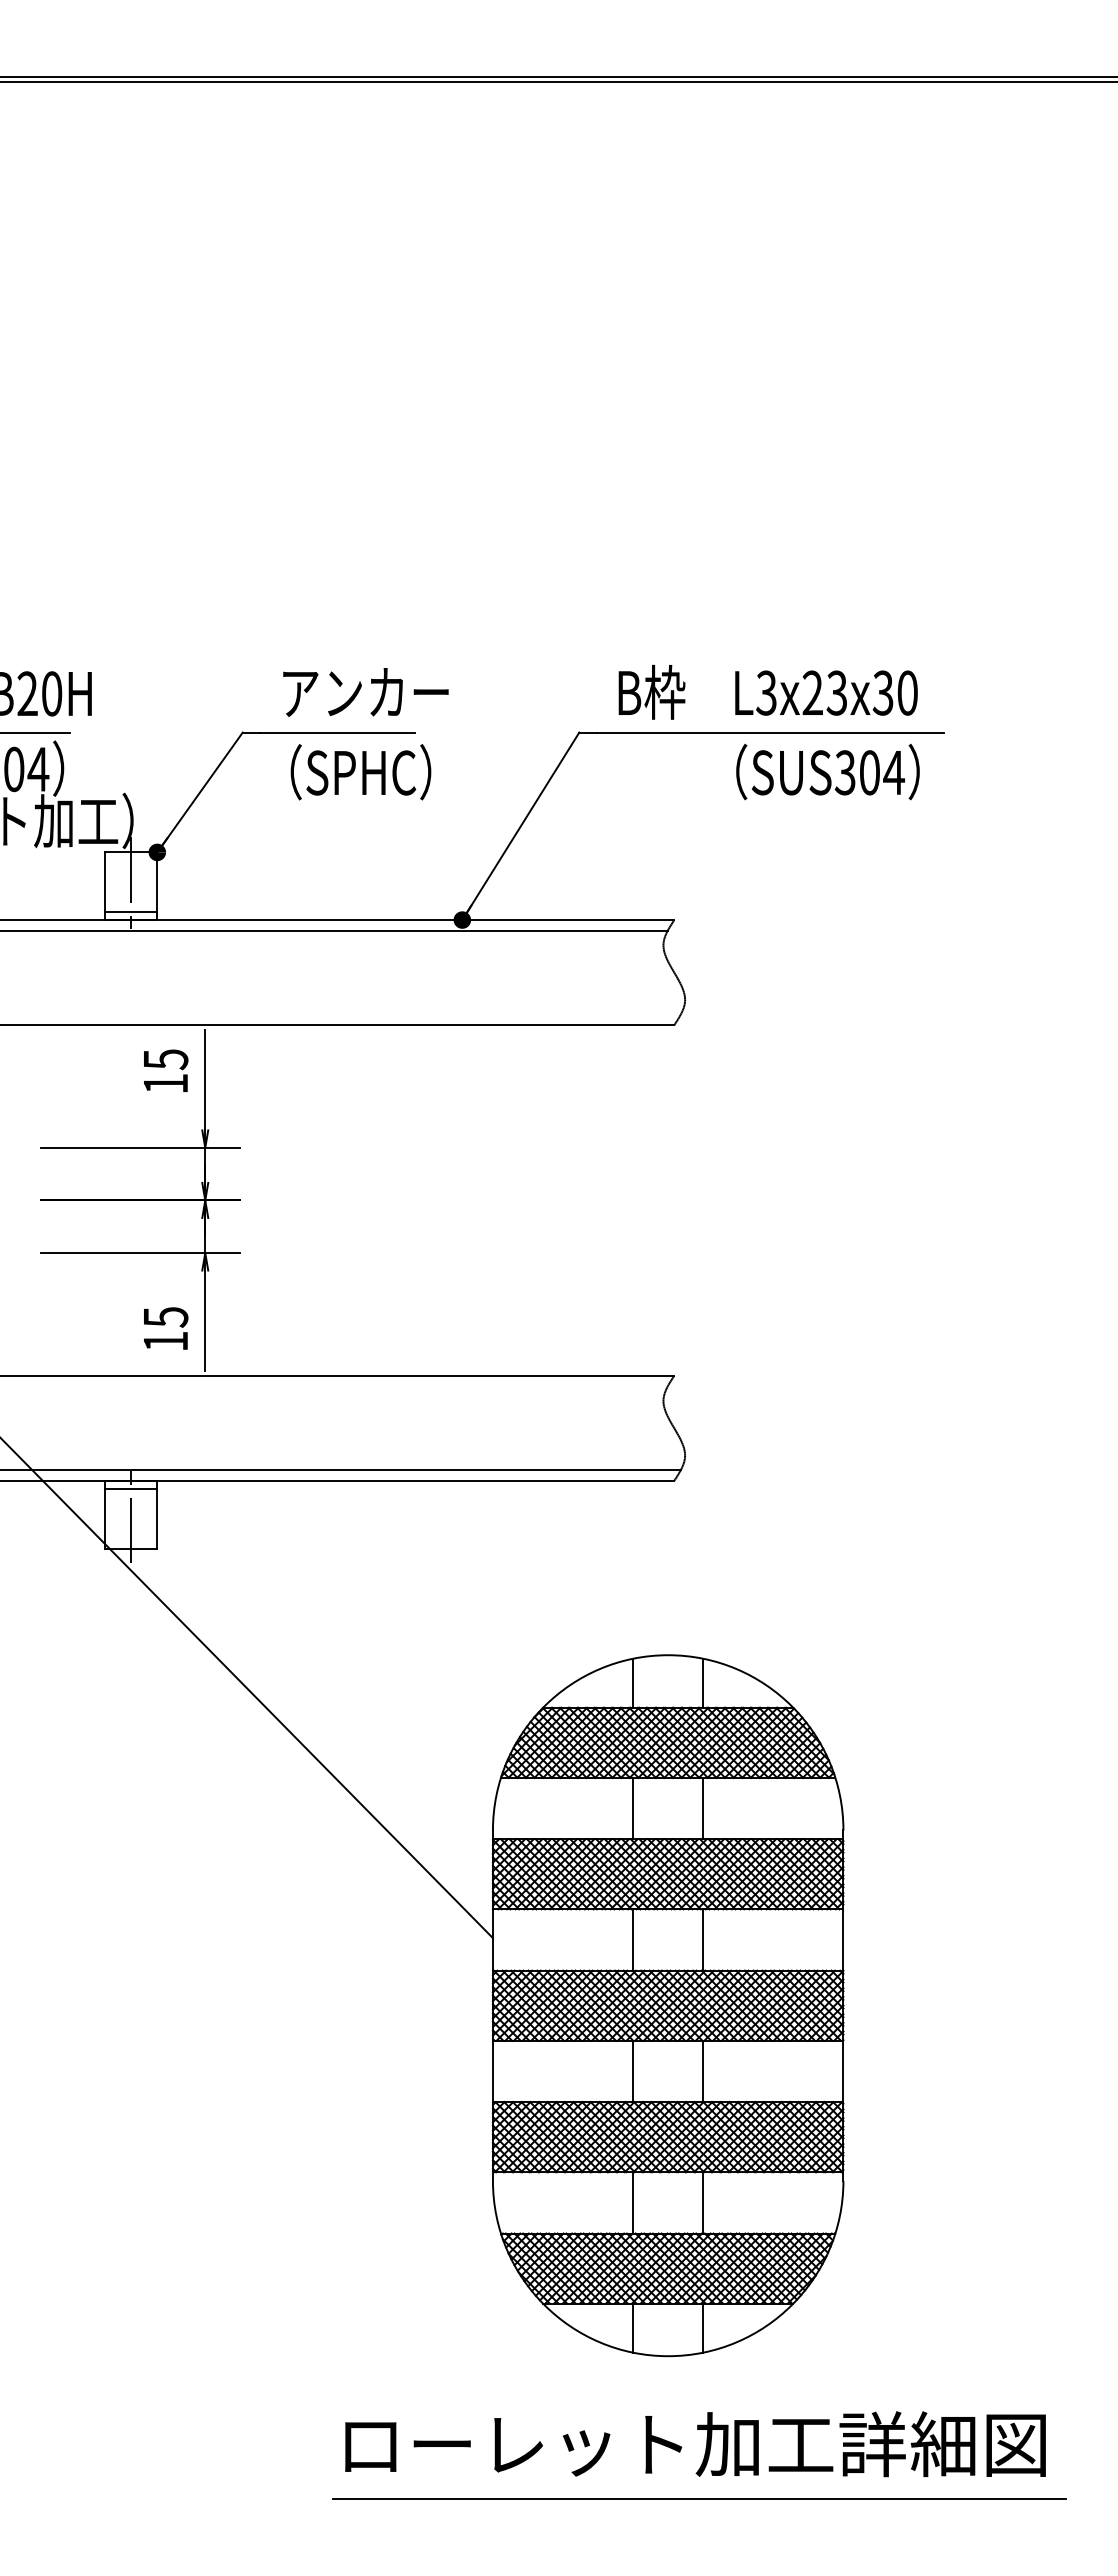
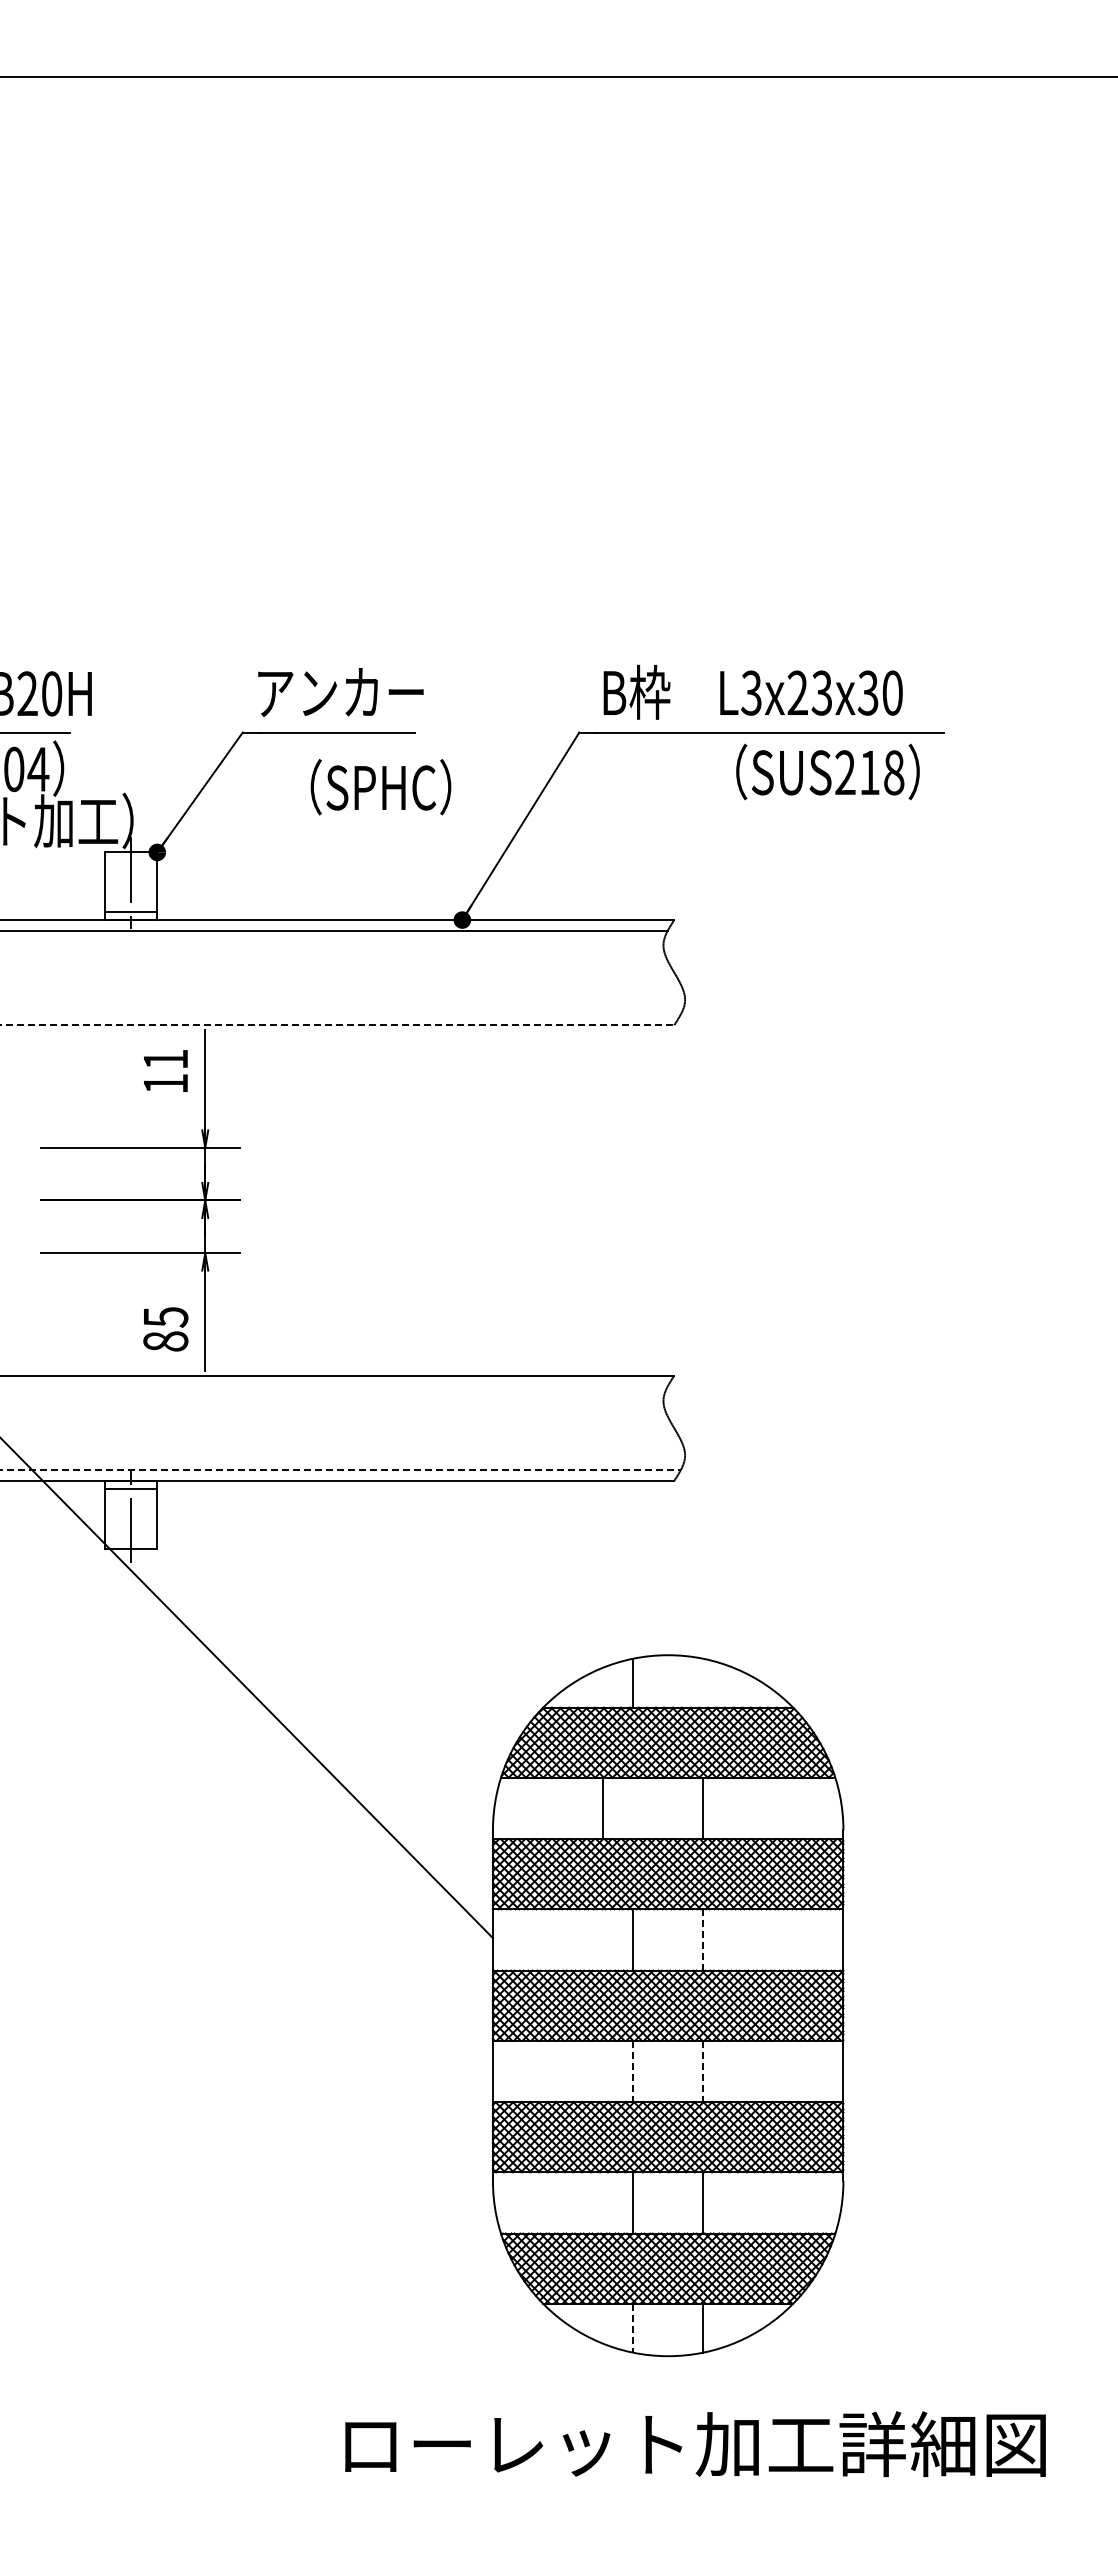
line at (558, 81): present -> none
text at (767, 691) position: (767, 691) -> (752, 691)
text at (365, 692) position: (365, 692) -> (340, 692)
text at (360, 772) position: (360, 772) -> (380, 787)
text at (869, 772): SUS304 -> SUS218
line at (337, 1025): solid -> dashed
text at (166, 1059): 15 -> 11
text at (165, 1341): 15 -> 85
line at (340, 1470): solid -> dashed
line at (703, 1682): present -> none
line at (633, 1808) position: (633, 1808) -> (603, 1808)
line at (703, 1940): solid -> dashed
line at (633, 2071): solid -> dashed
line at (703, 2071): solid -> dashed
line at (633, 2328): solid -> dashed
line at (699, 2498): present -> none
